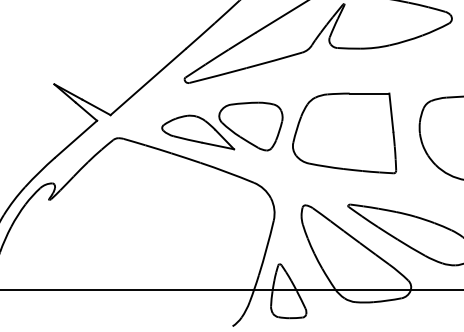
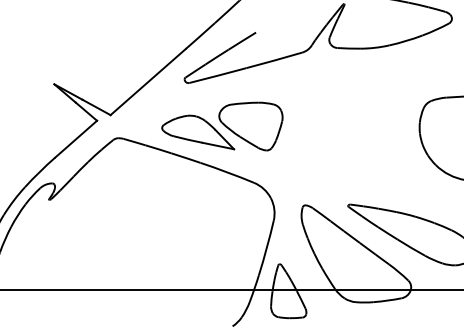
line at (280, 17): present -> none
part at (344, 133): present -> none
